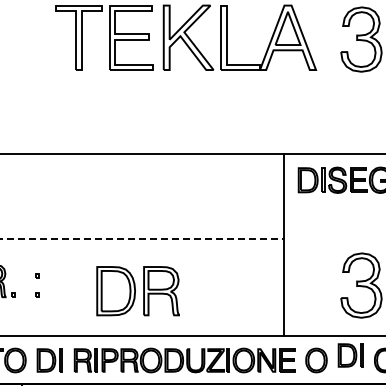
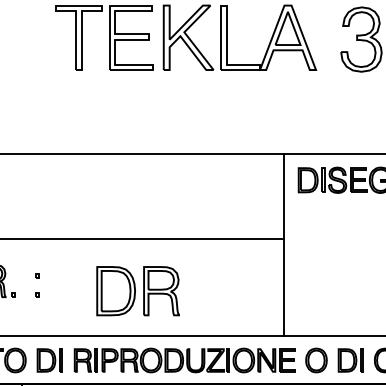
line at (142, 239): dashed -> solid
part at (361, 285): present -> none
part at (350, 355) position: (350, 355) -> (350, 360)
